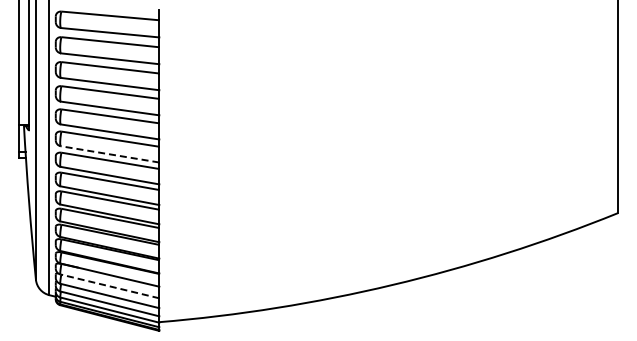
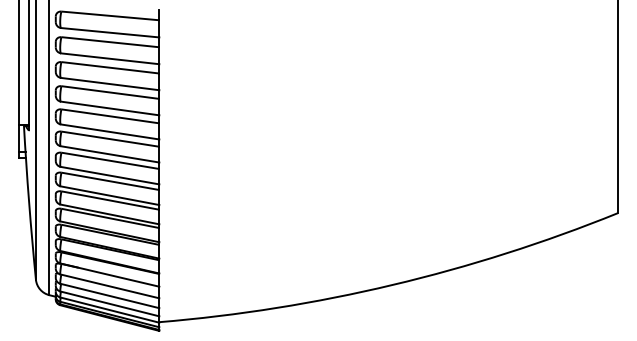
line at (110, 154): dashed -> solid
line at (109, 286): dashed -> solid
